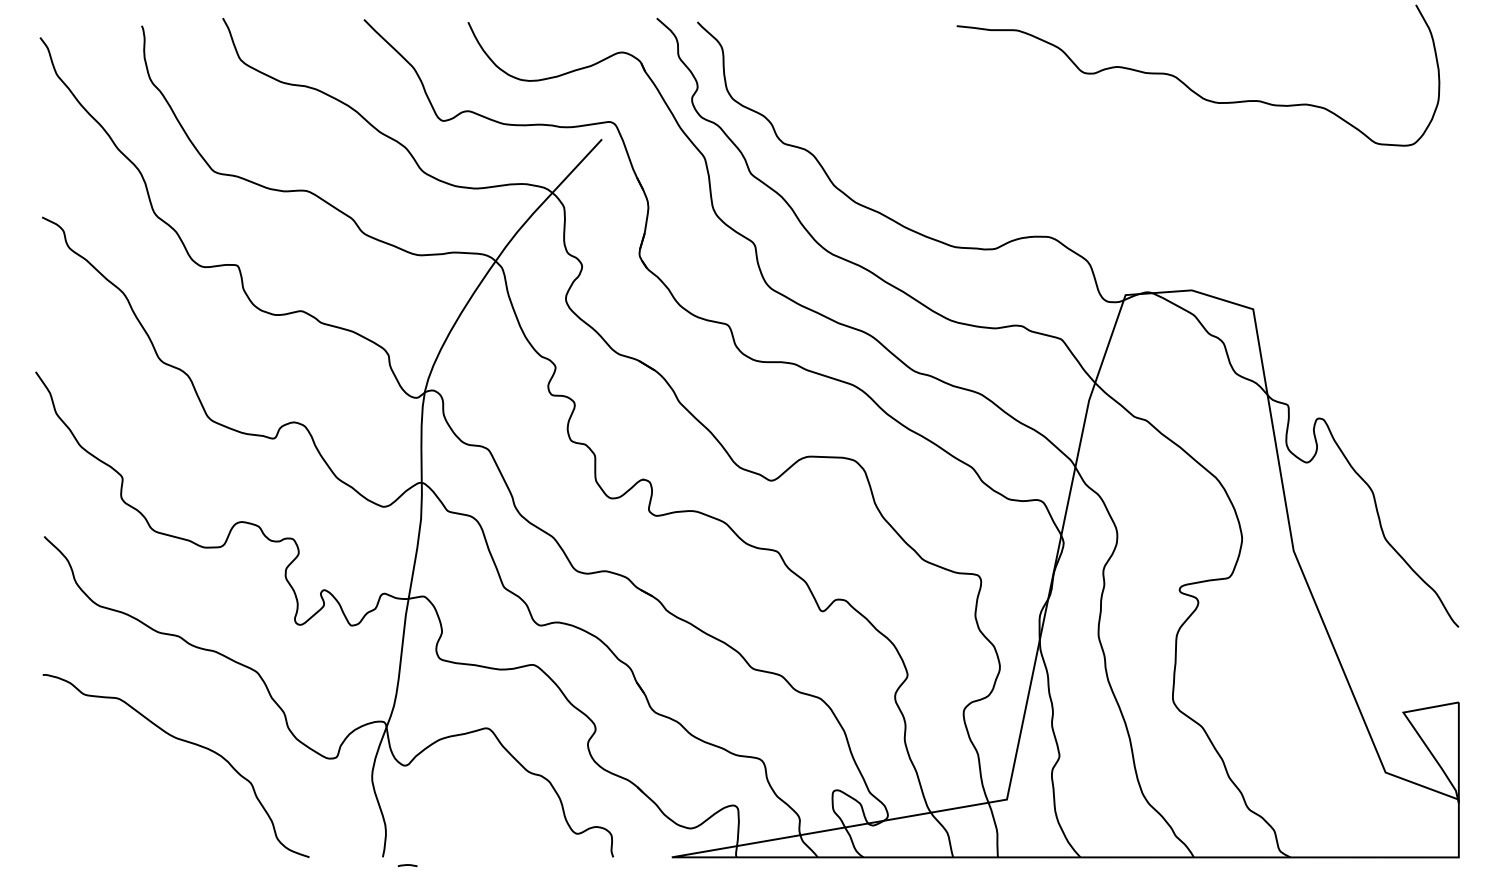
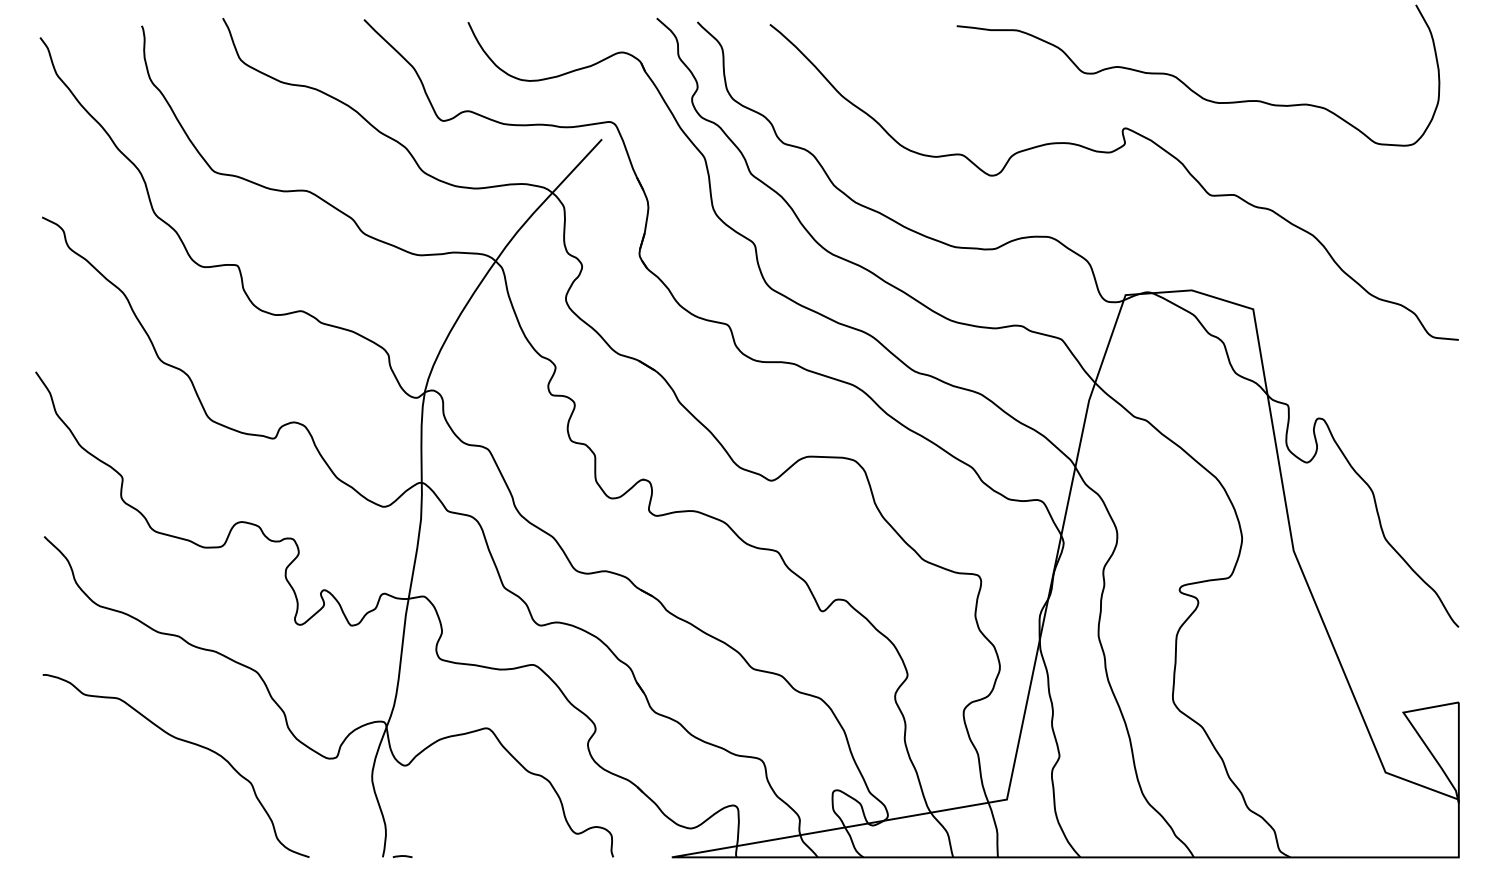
curve at (1111, 153): none -> present
line at (407, 865) position: (407, 865) -> (402, 856)
